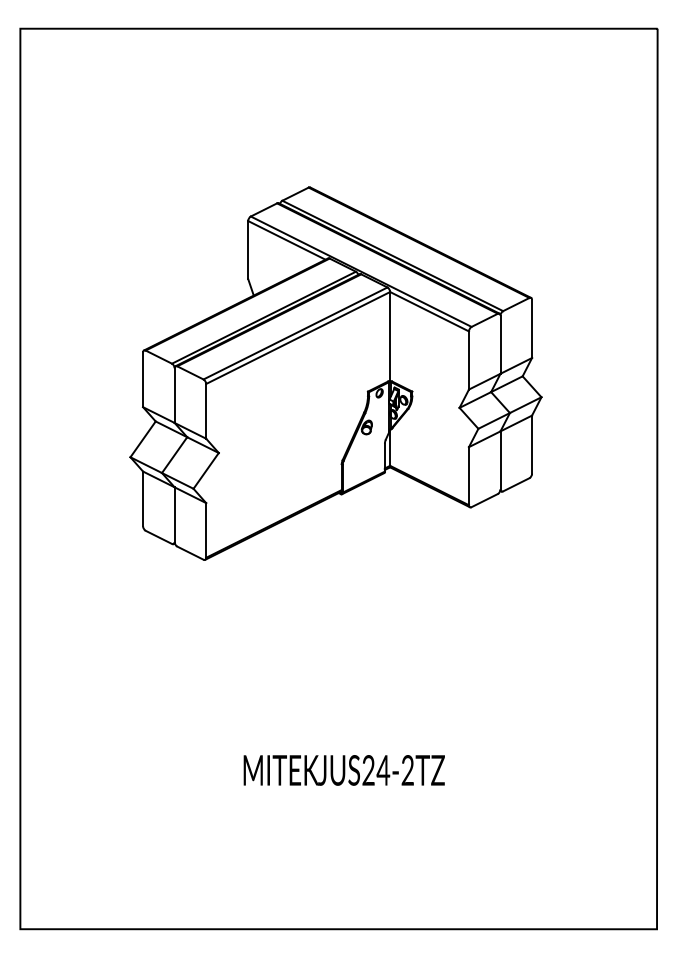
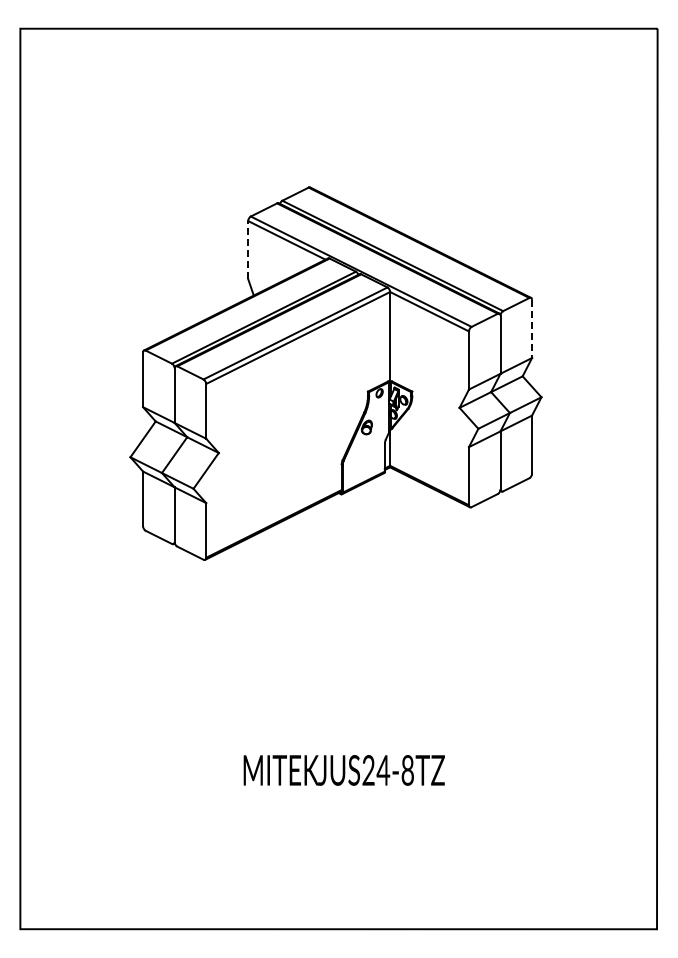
line at (248, 249): solid -> dashed
line at (532, 329): solid -> dashed
text at (407, 770): JUS24-2TZ -> JUS24-8TZ
